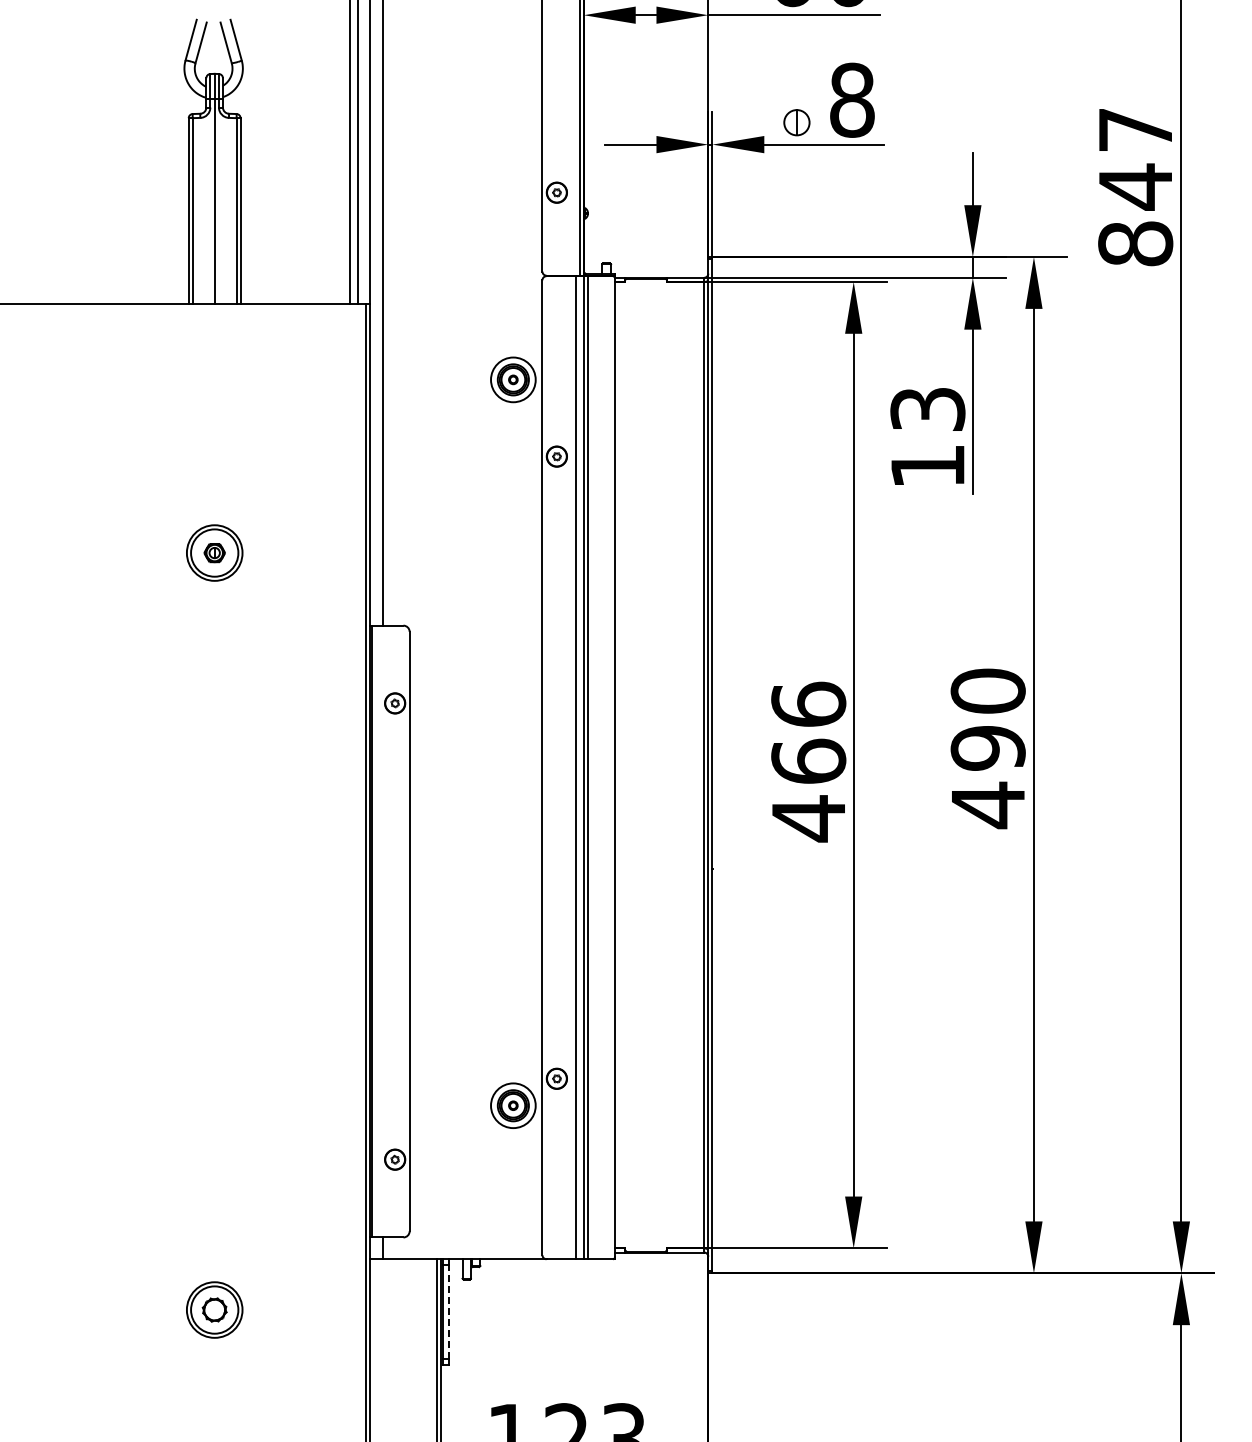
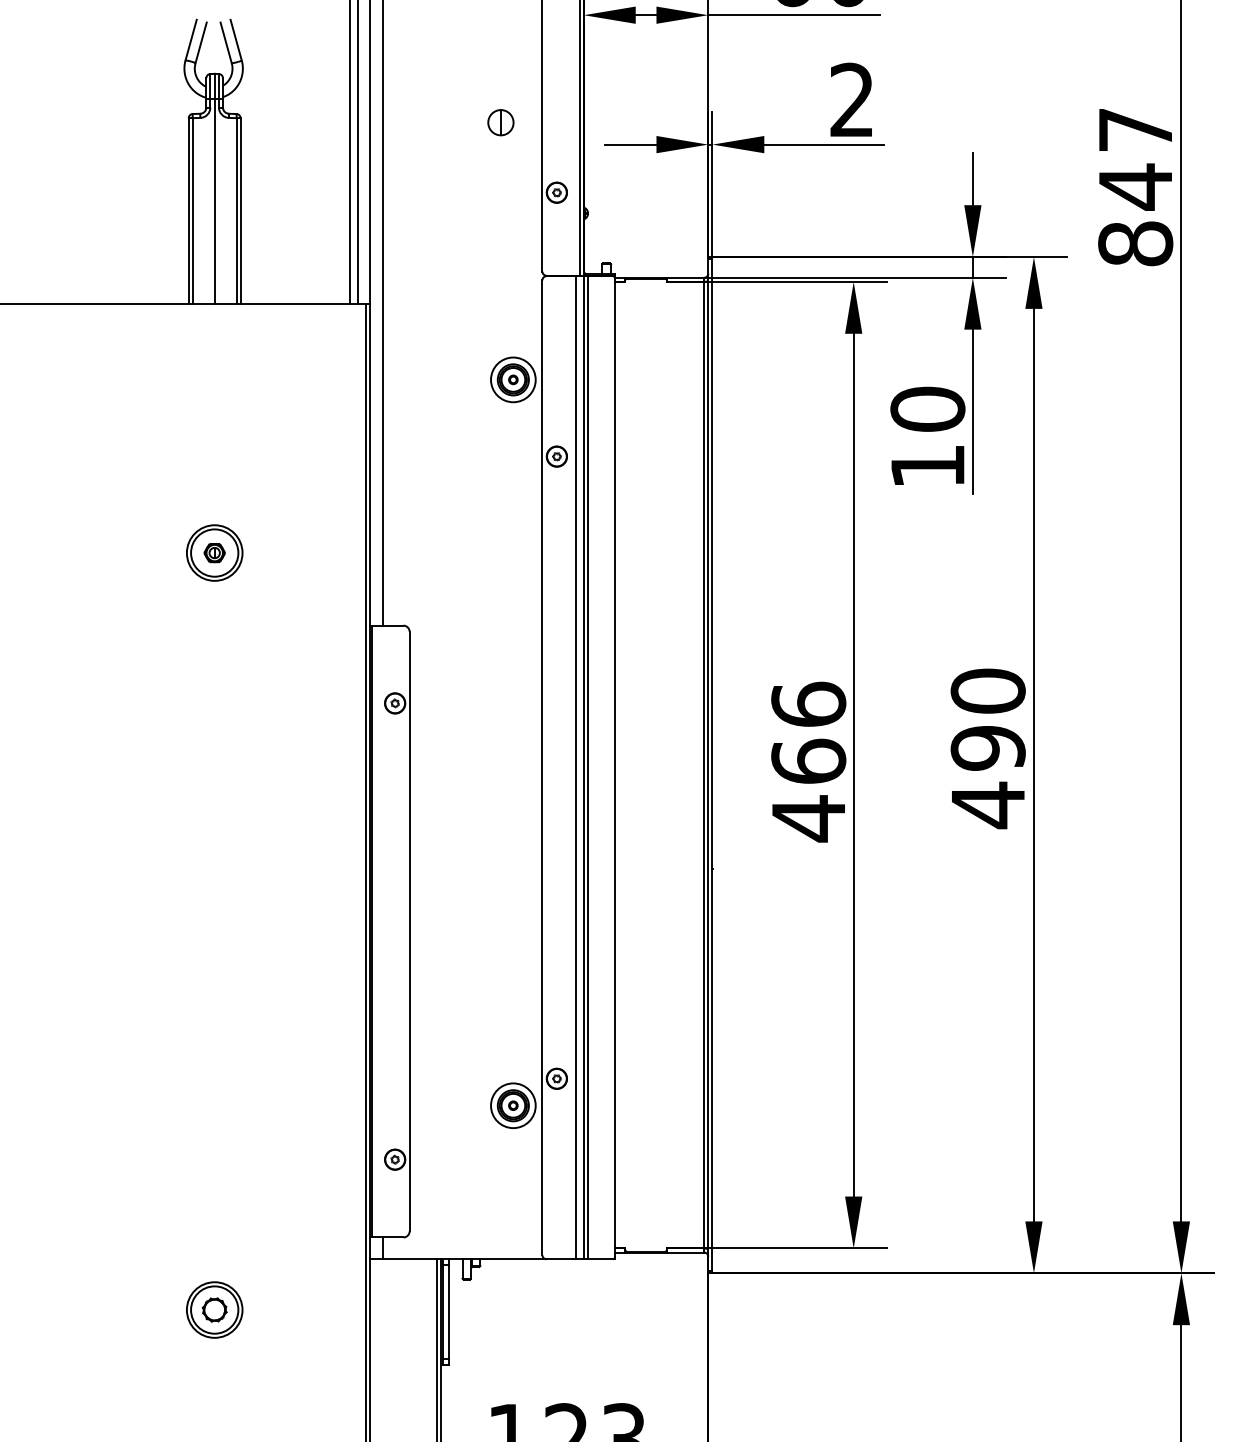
text at (852, 99): 8 -> 2
part at (796, 122) position: (796, 122) -> (500, 122)
text at (927, 408): 13 -> 10
line at (449, 1312): dashed -> solid
